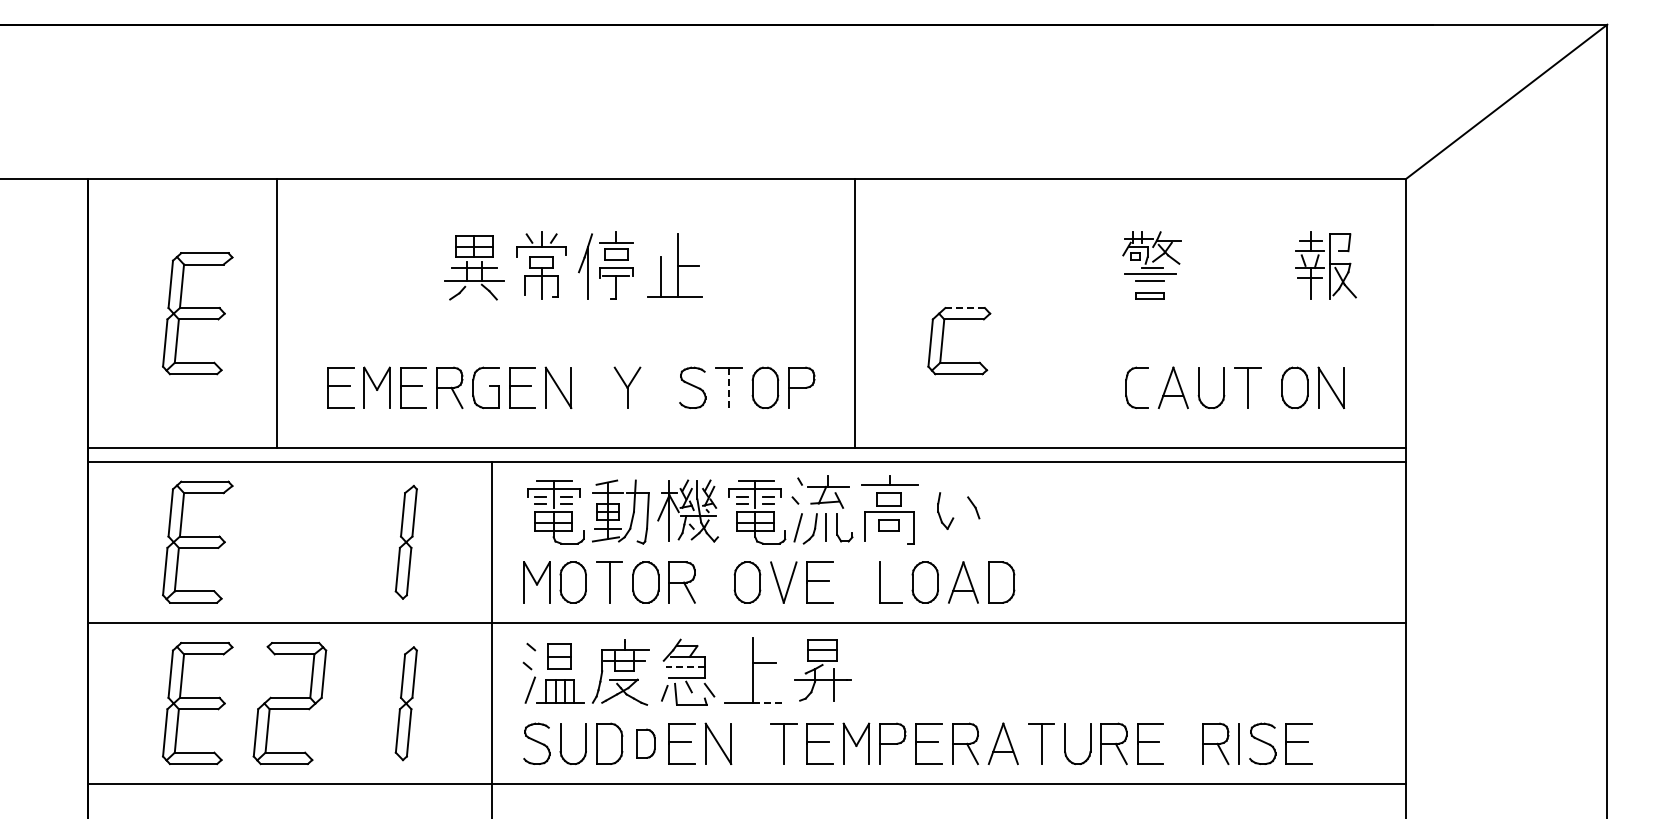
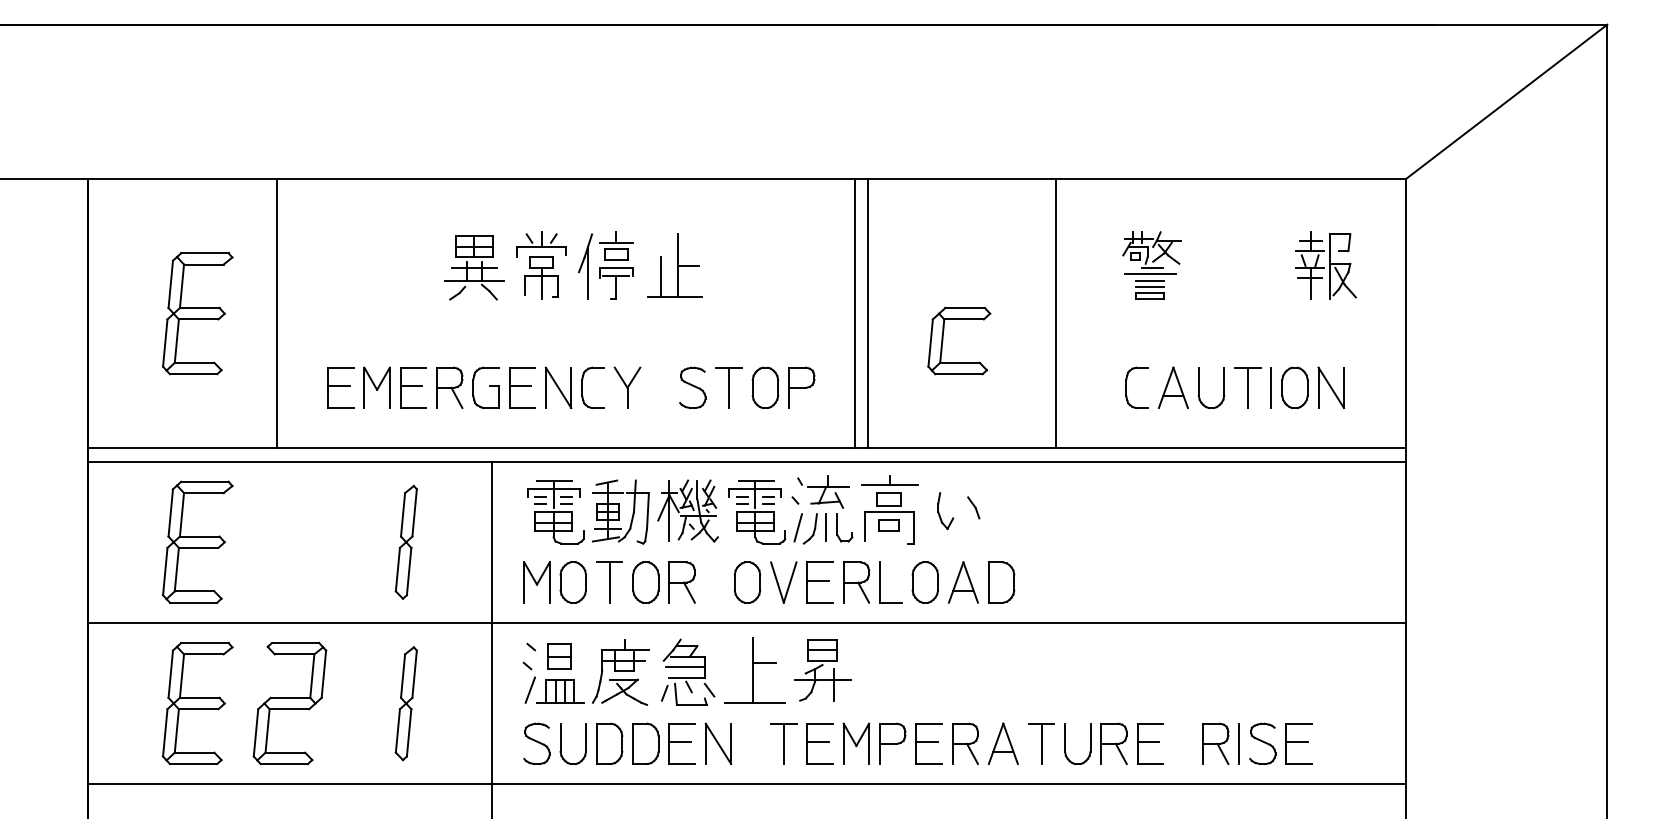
line at (1150, 286): none -> present
line at (965, 308): dashed -> solid
line at (867, 313): none -> present
line at (1056, 313): none -> present
part at (582, 387): none -> present
line at (1271, 387): none -> present
line at (729, 388): dashed -> solid
part at (856, 582): none -> present
line at (685, 667): dashed -> solid
line at (769, 702): dashed -> solid
part at (645, 743) size: 20x31 px -> 28x43 px
